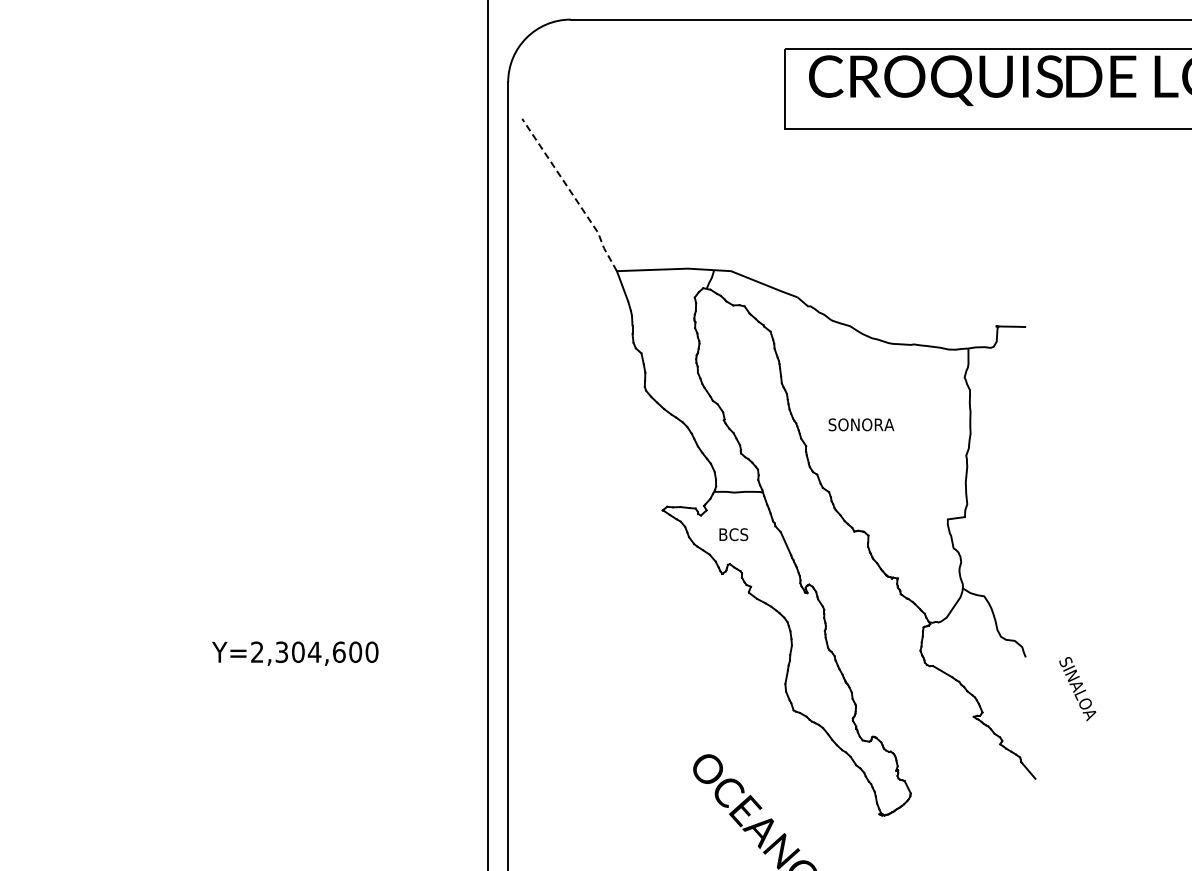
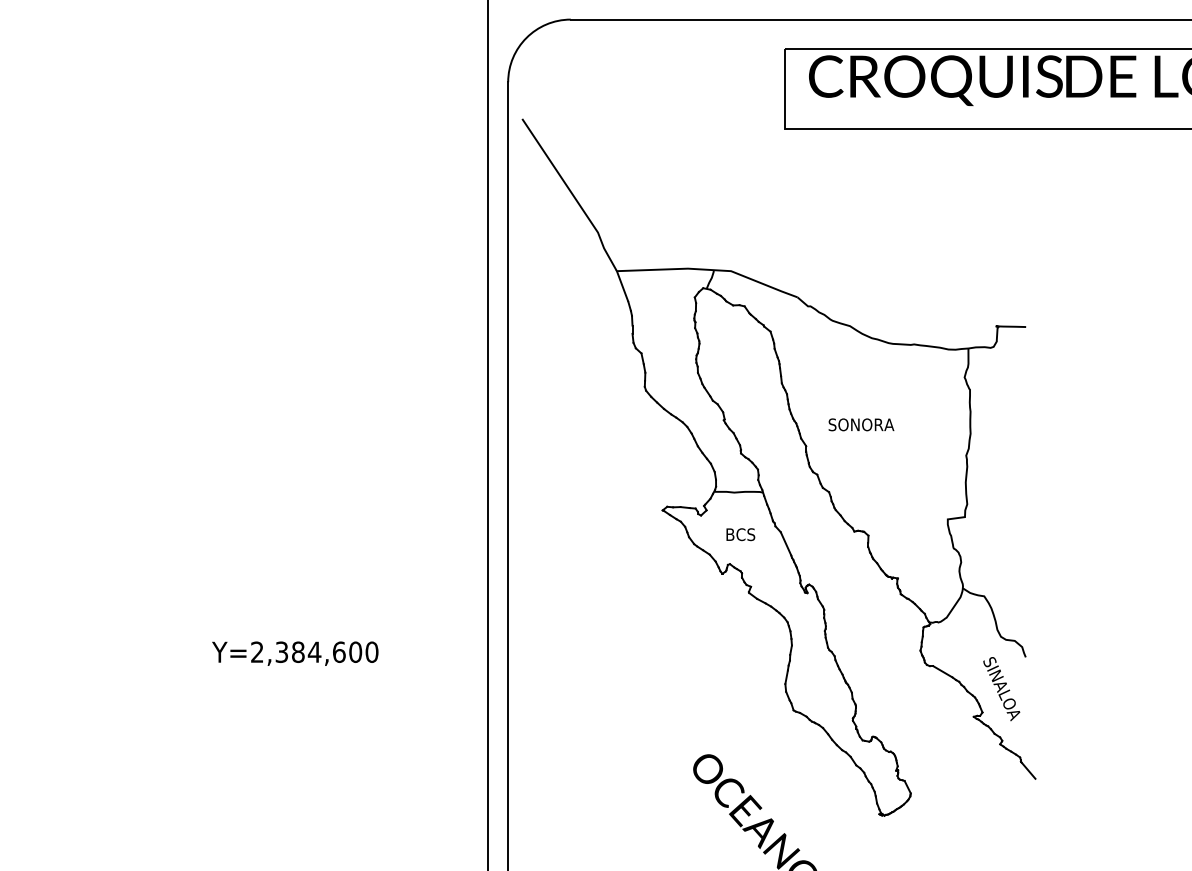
line at (572, 194): dashed -> solid
text at (733, 534) position: (733, 534) -> (740, 534)
text at (298, 651): Y=2,304,600 -> Y=2,384,600
text at (1077, 689) position: (1077, 689) -> (1001, 689)
